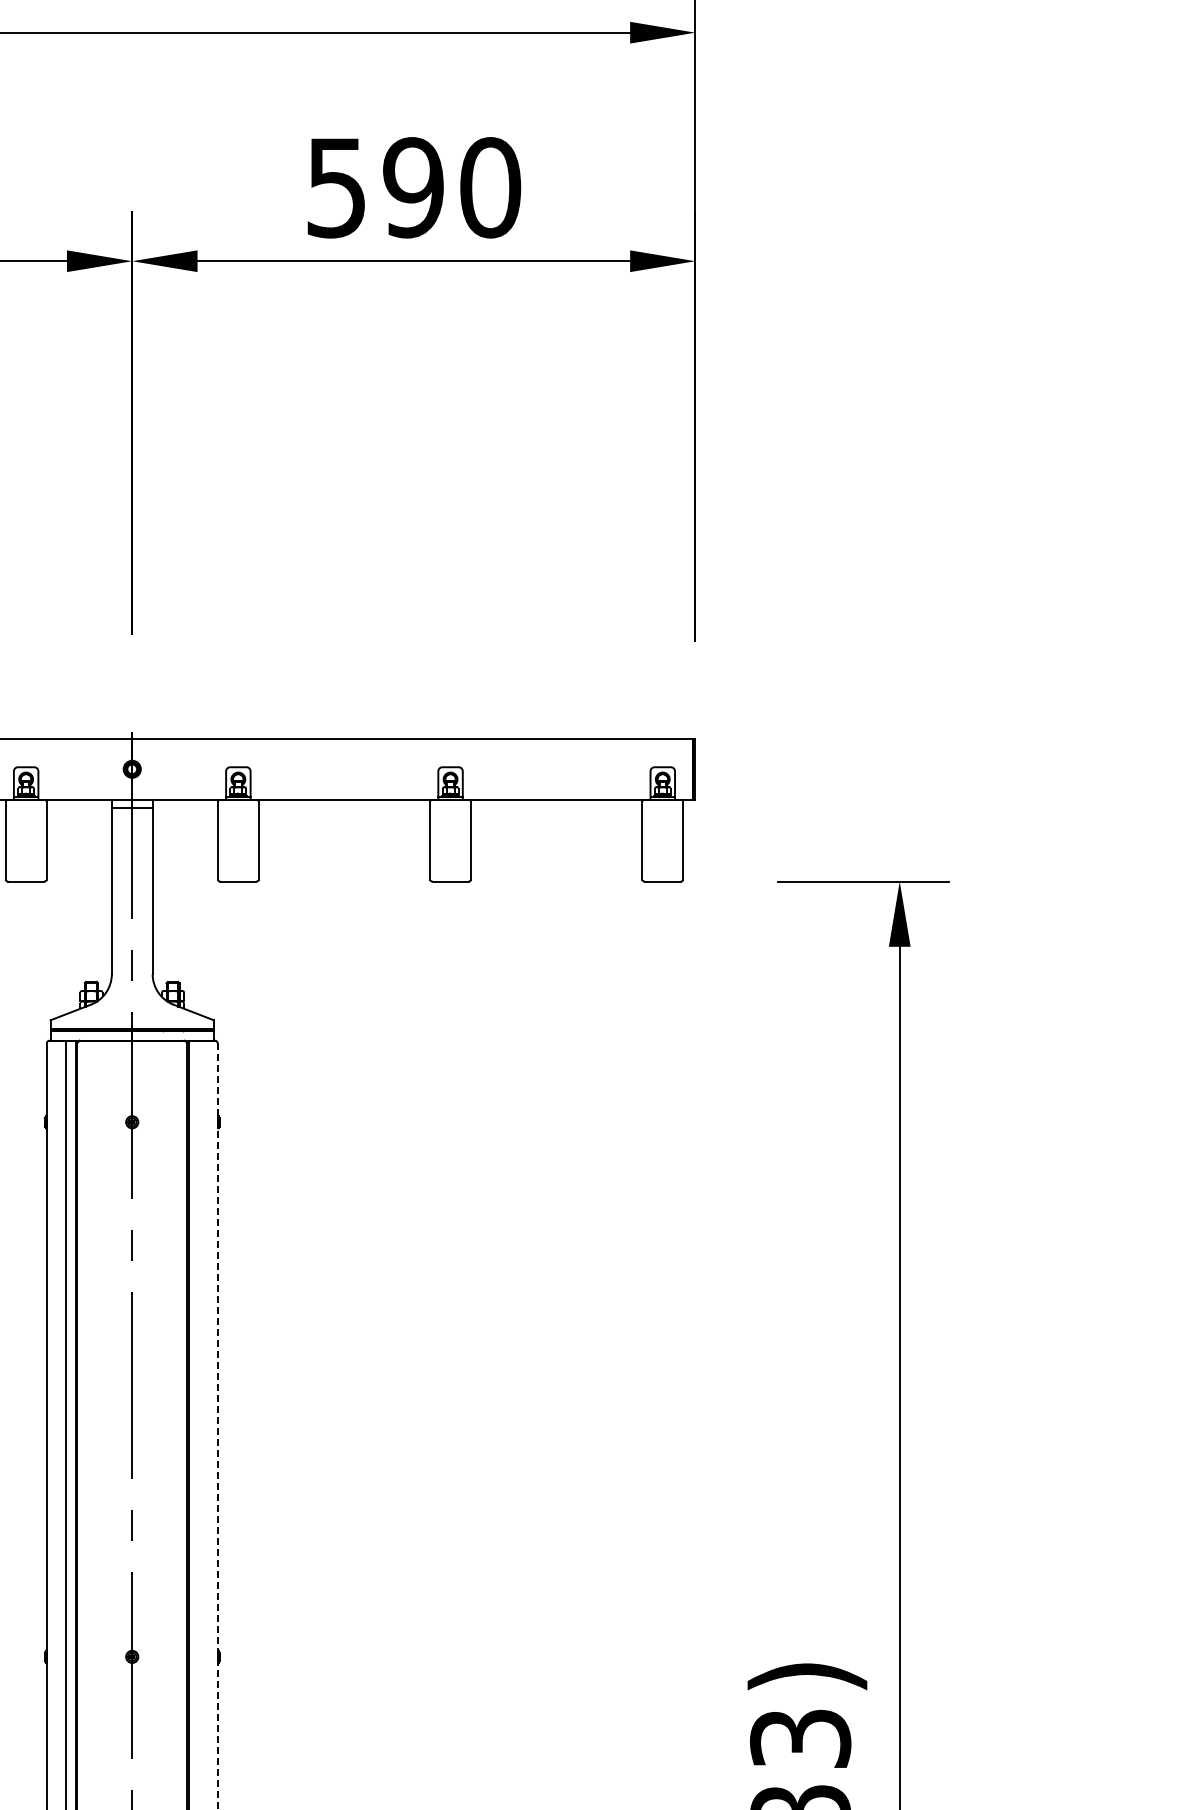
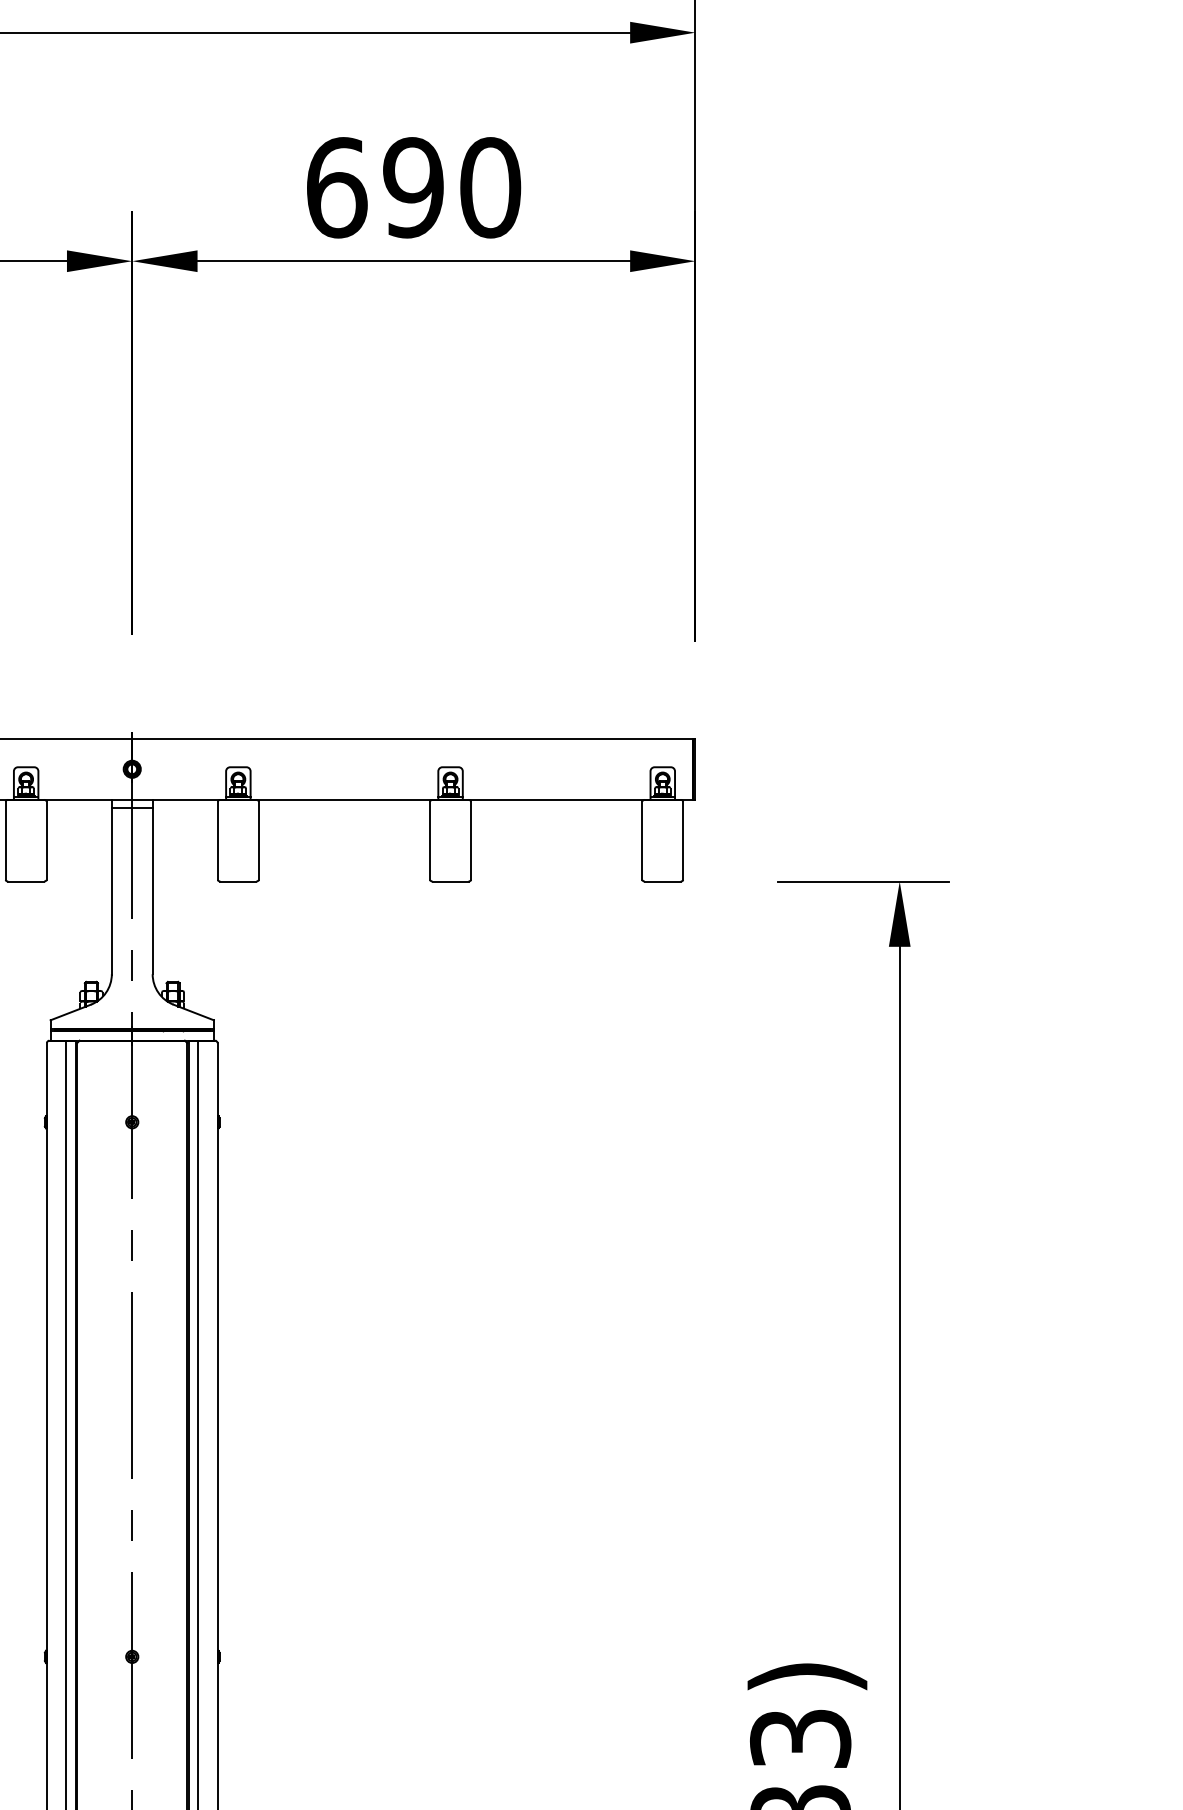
text at (337, 187): 590 -> 690
line at (197, 1423): none -> present
line at (217, 1426): dashed -> solid
